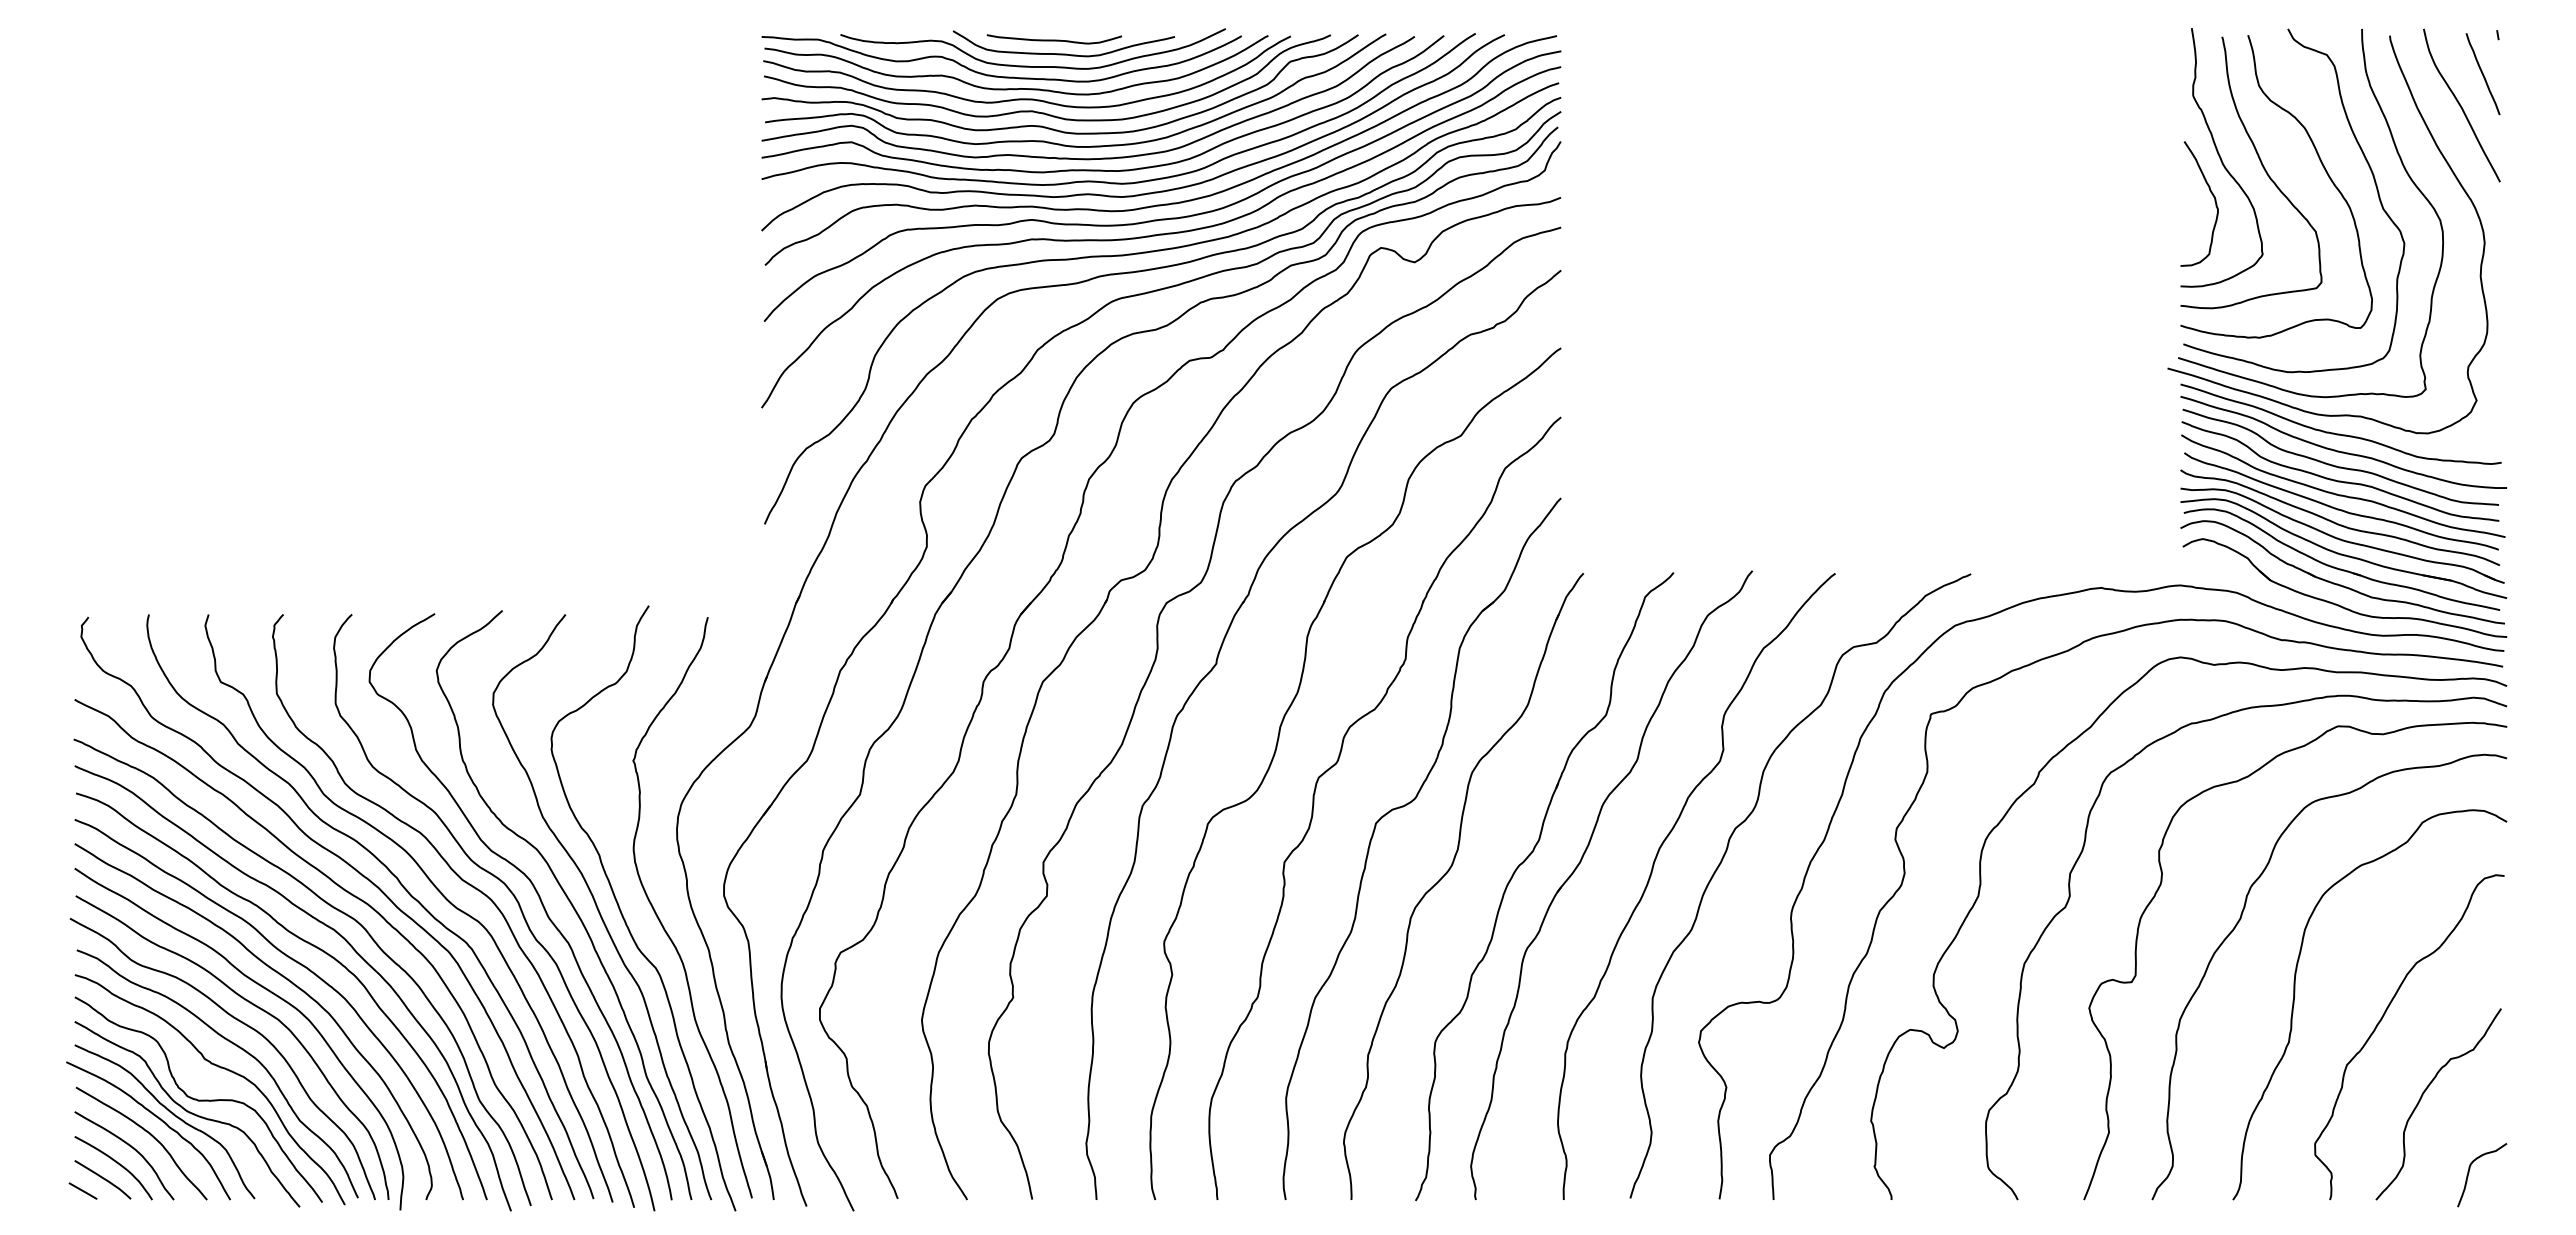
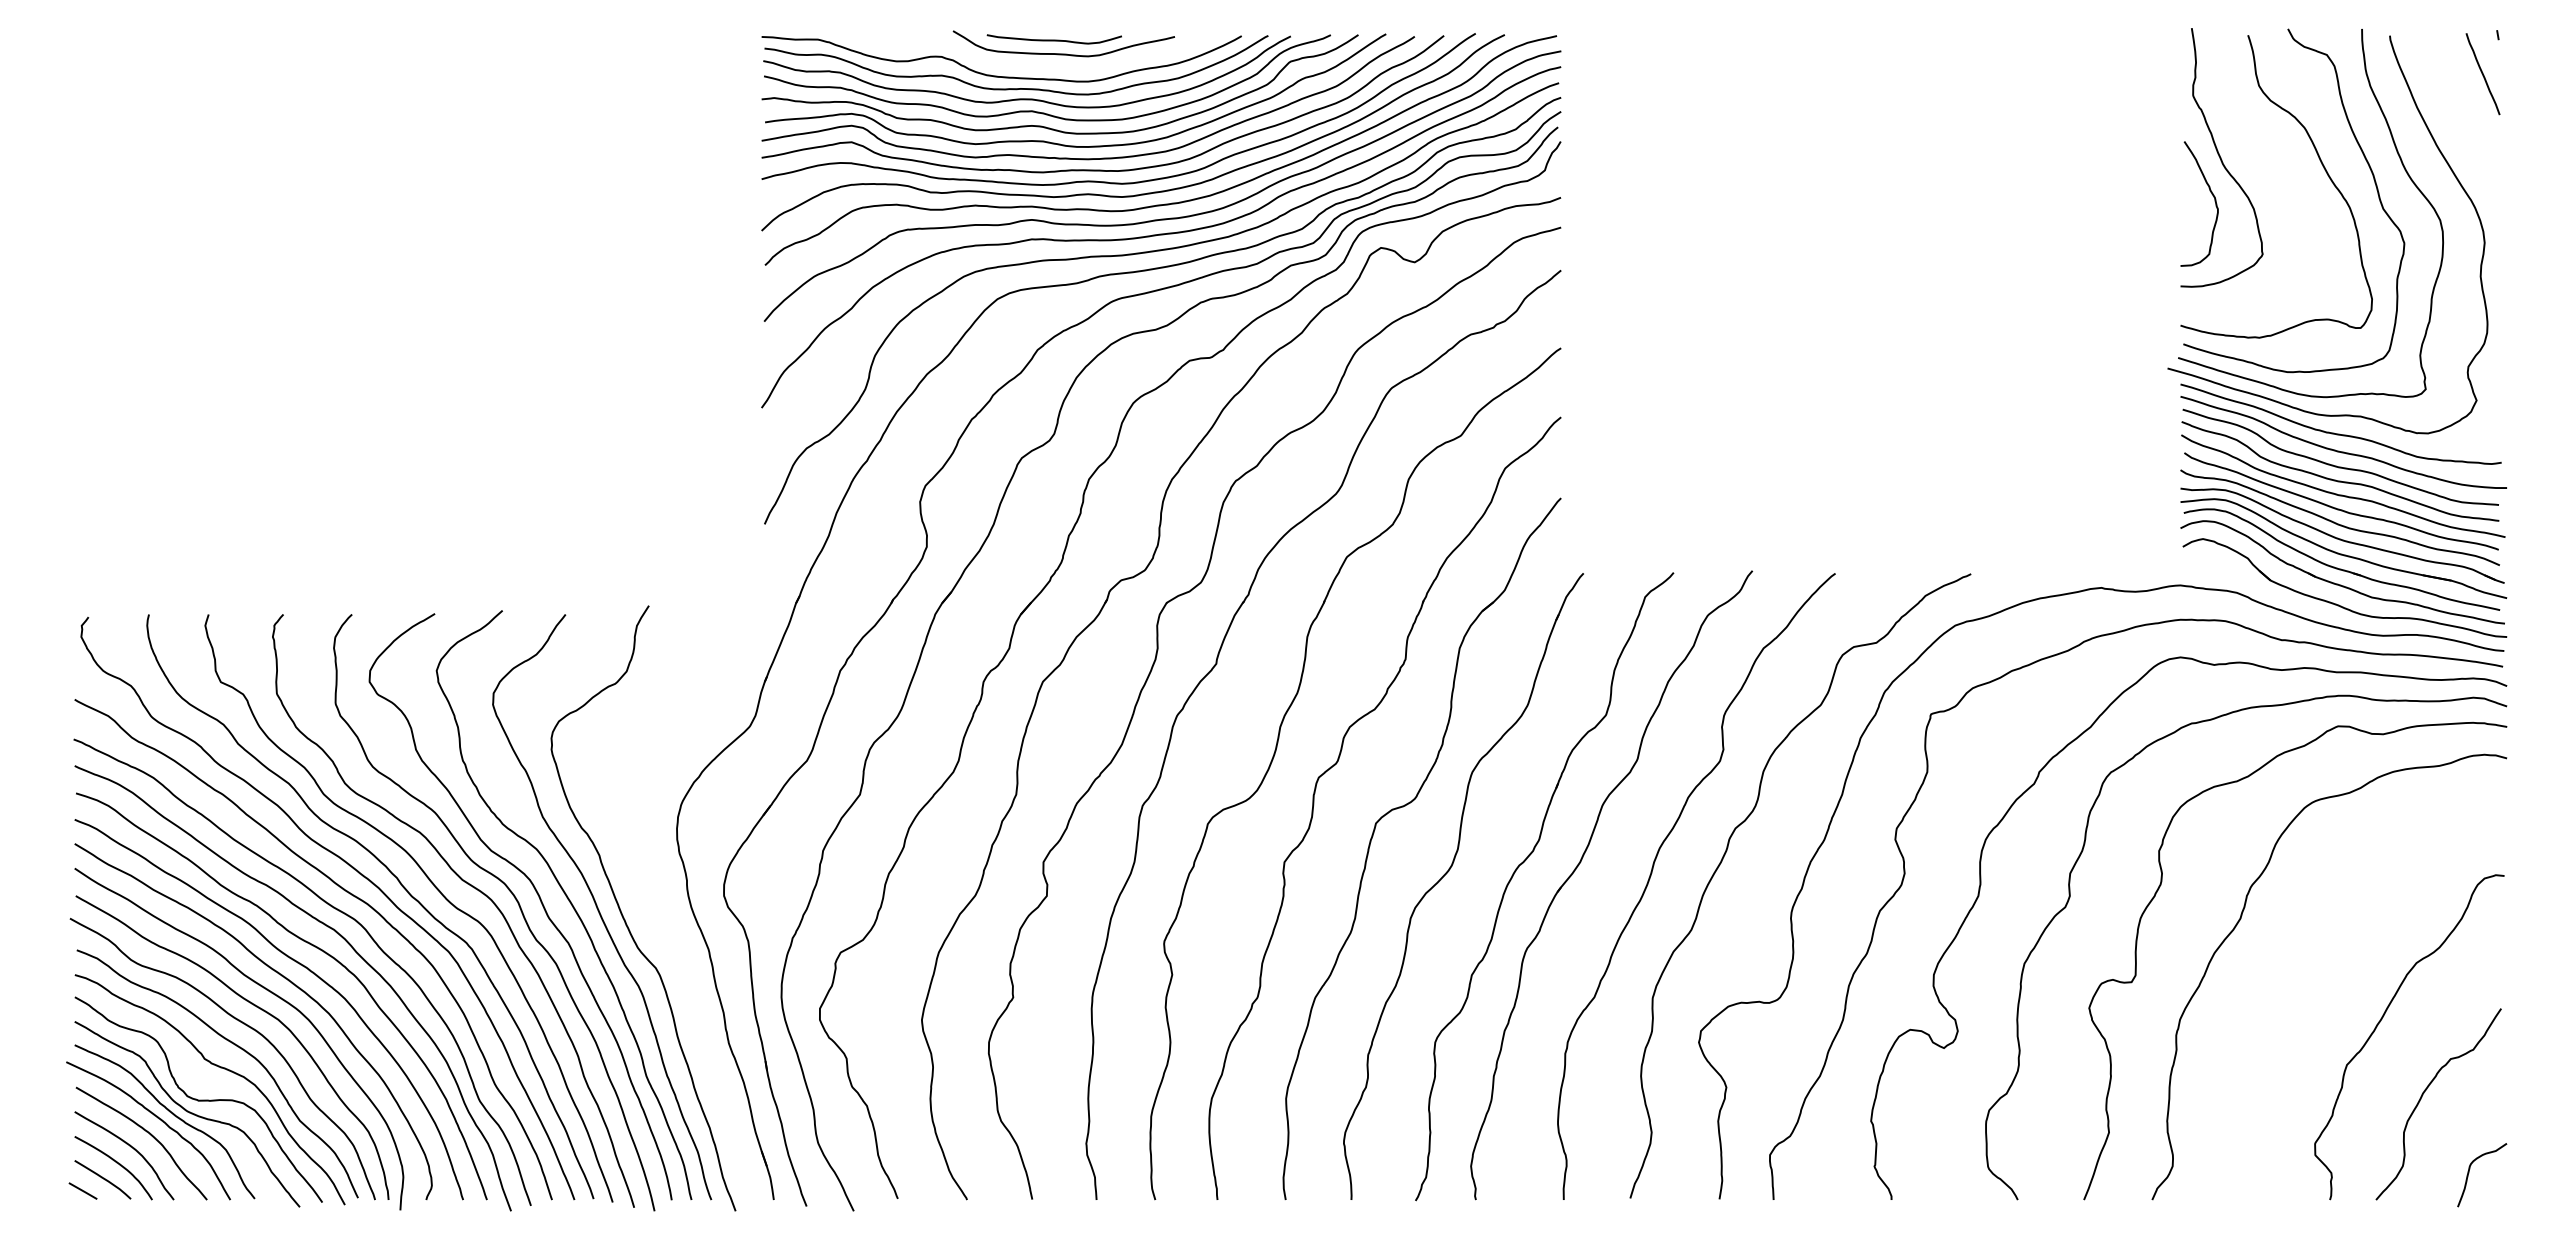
curve at (1028, 65): present -> none
curve at (2461, 105): present -> none
curve at (2262, 167): present -> none
curve at (662, 923): present -> none
curve at (2295, 994): present -> none
